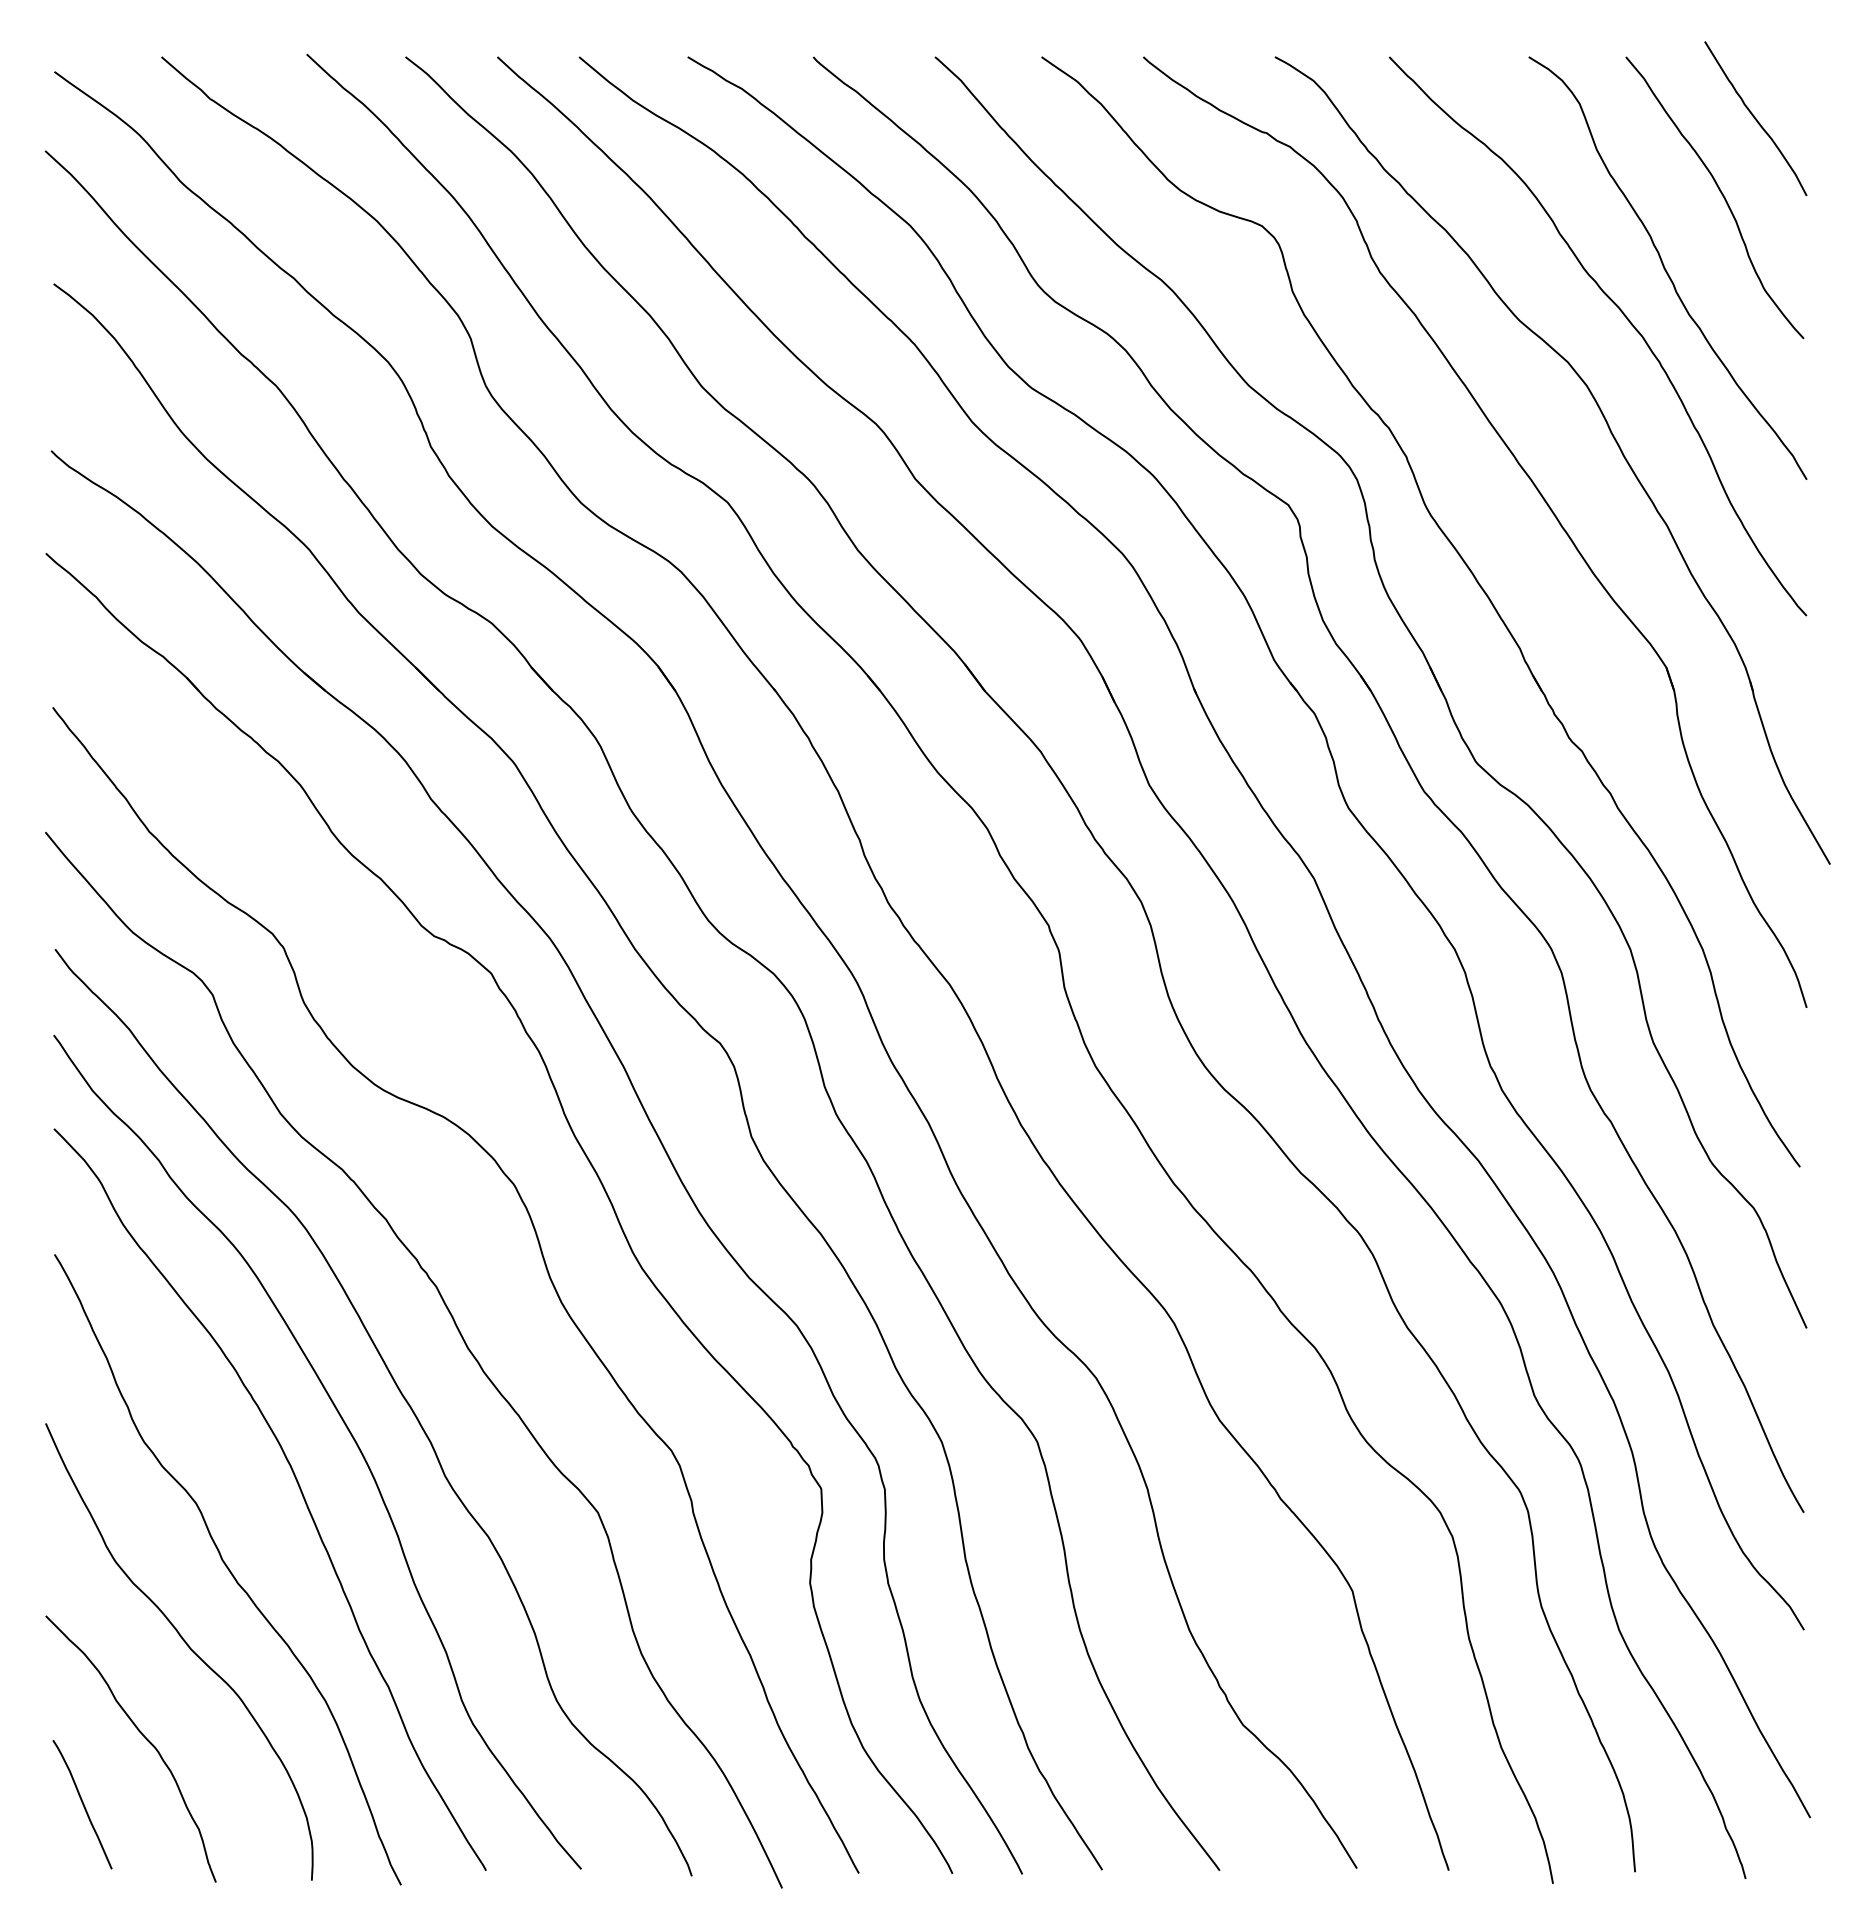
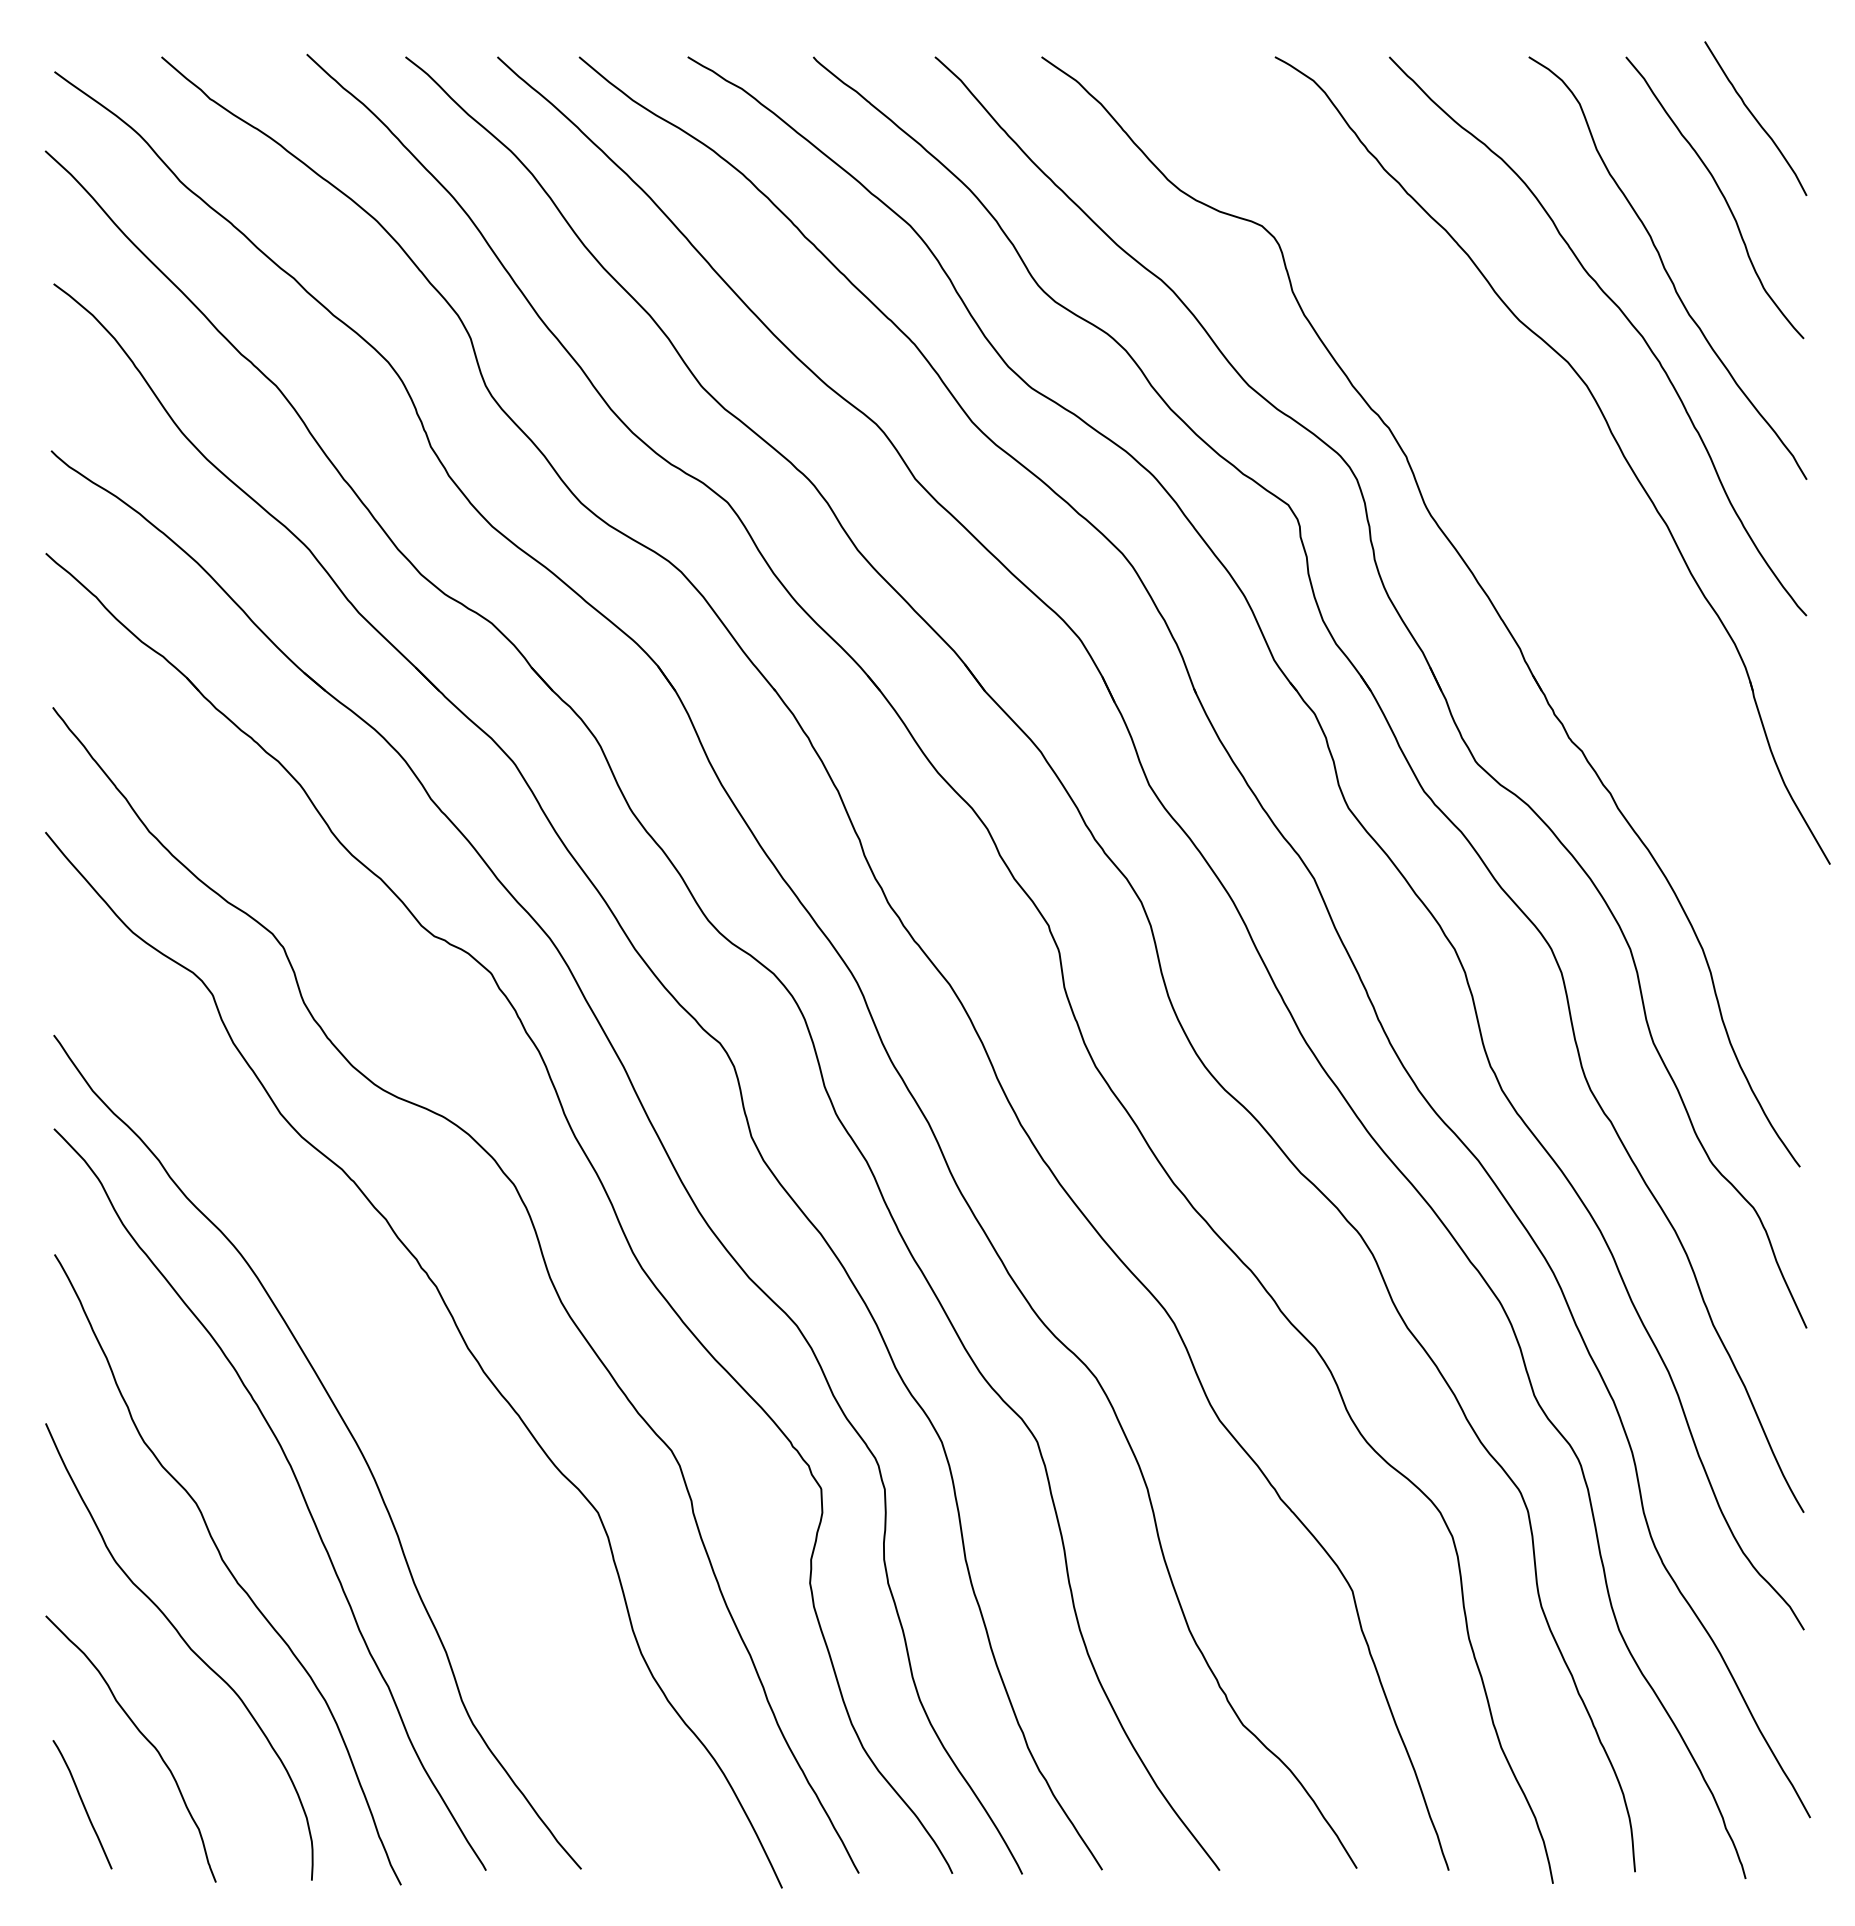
part at (1537, 491): present -> none
curve at (401, 1395): present -> none
